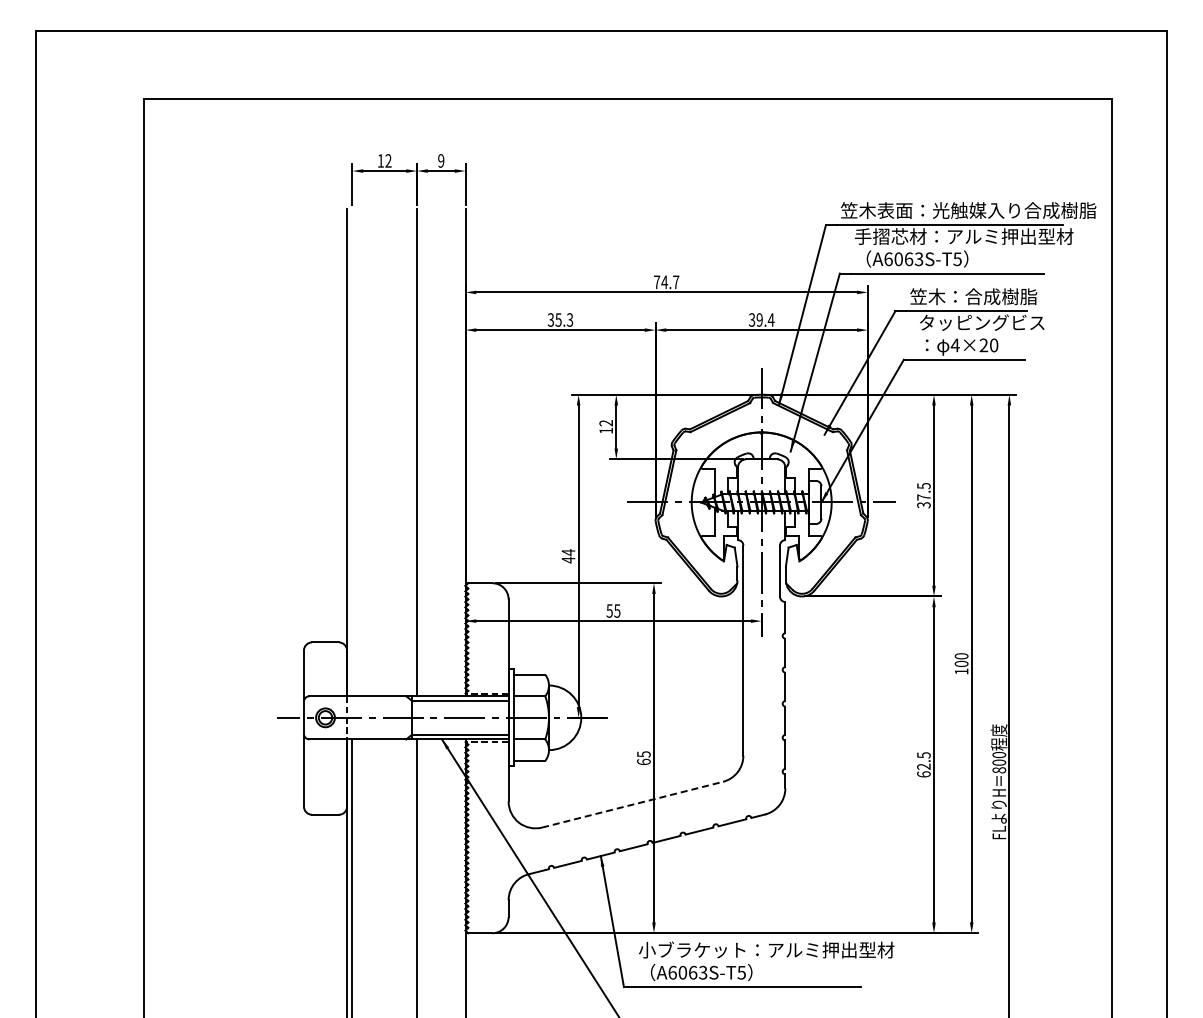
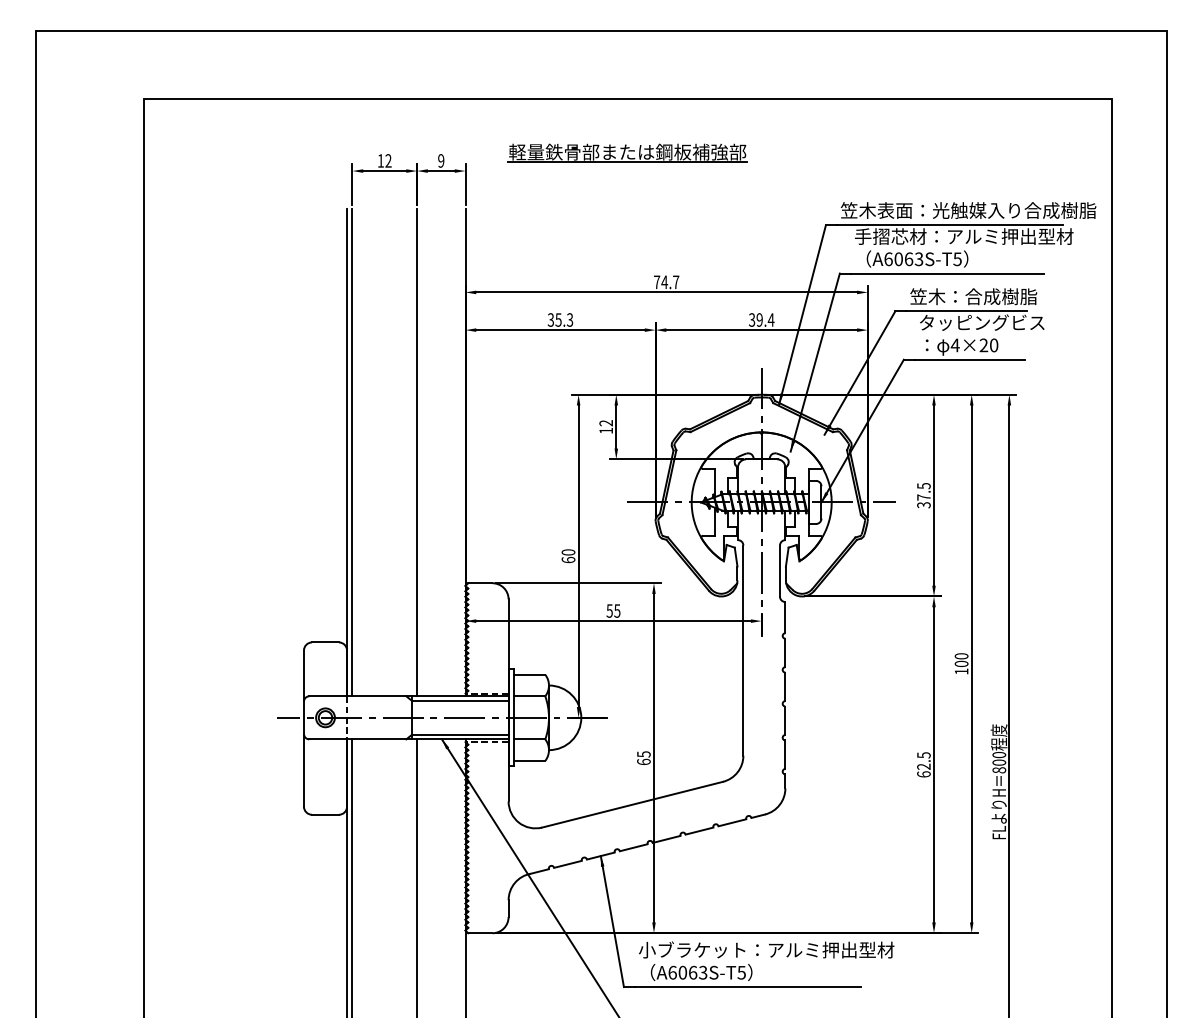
part at (627, 152): none -> present
line at (352, 452): none -> present
text at (568, 556): 44 -> 60
line at (633, 804): dashed -> solid
